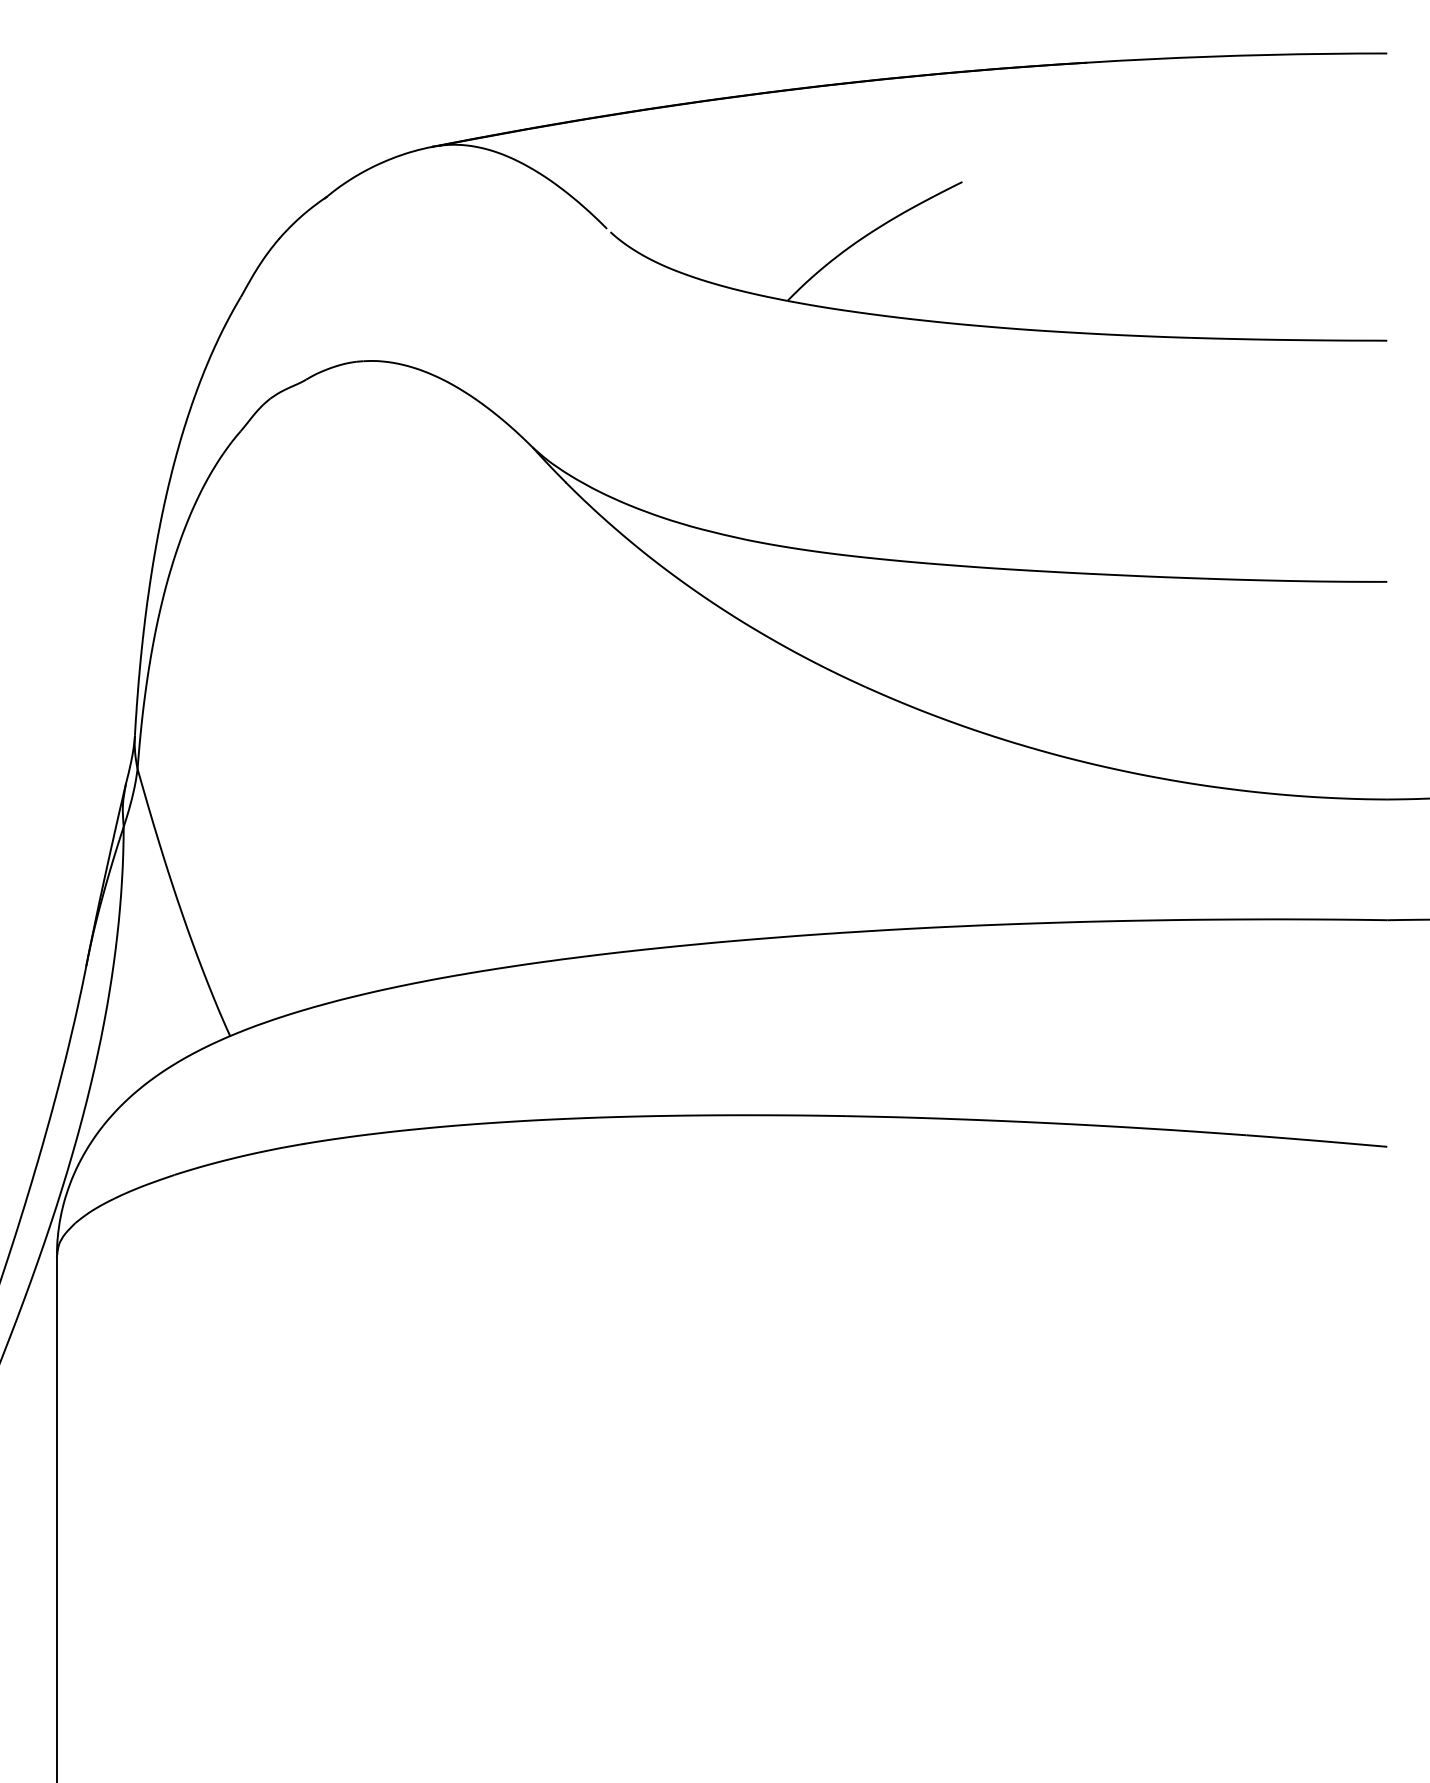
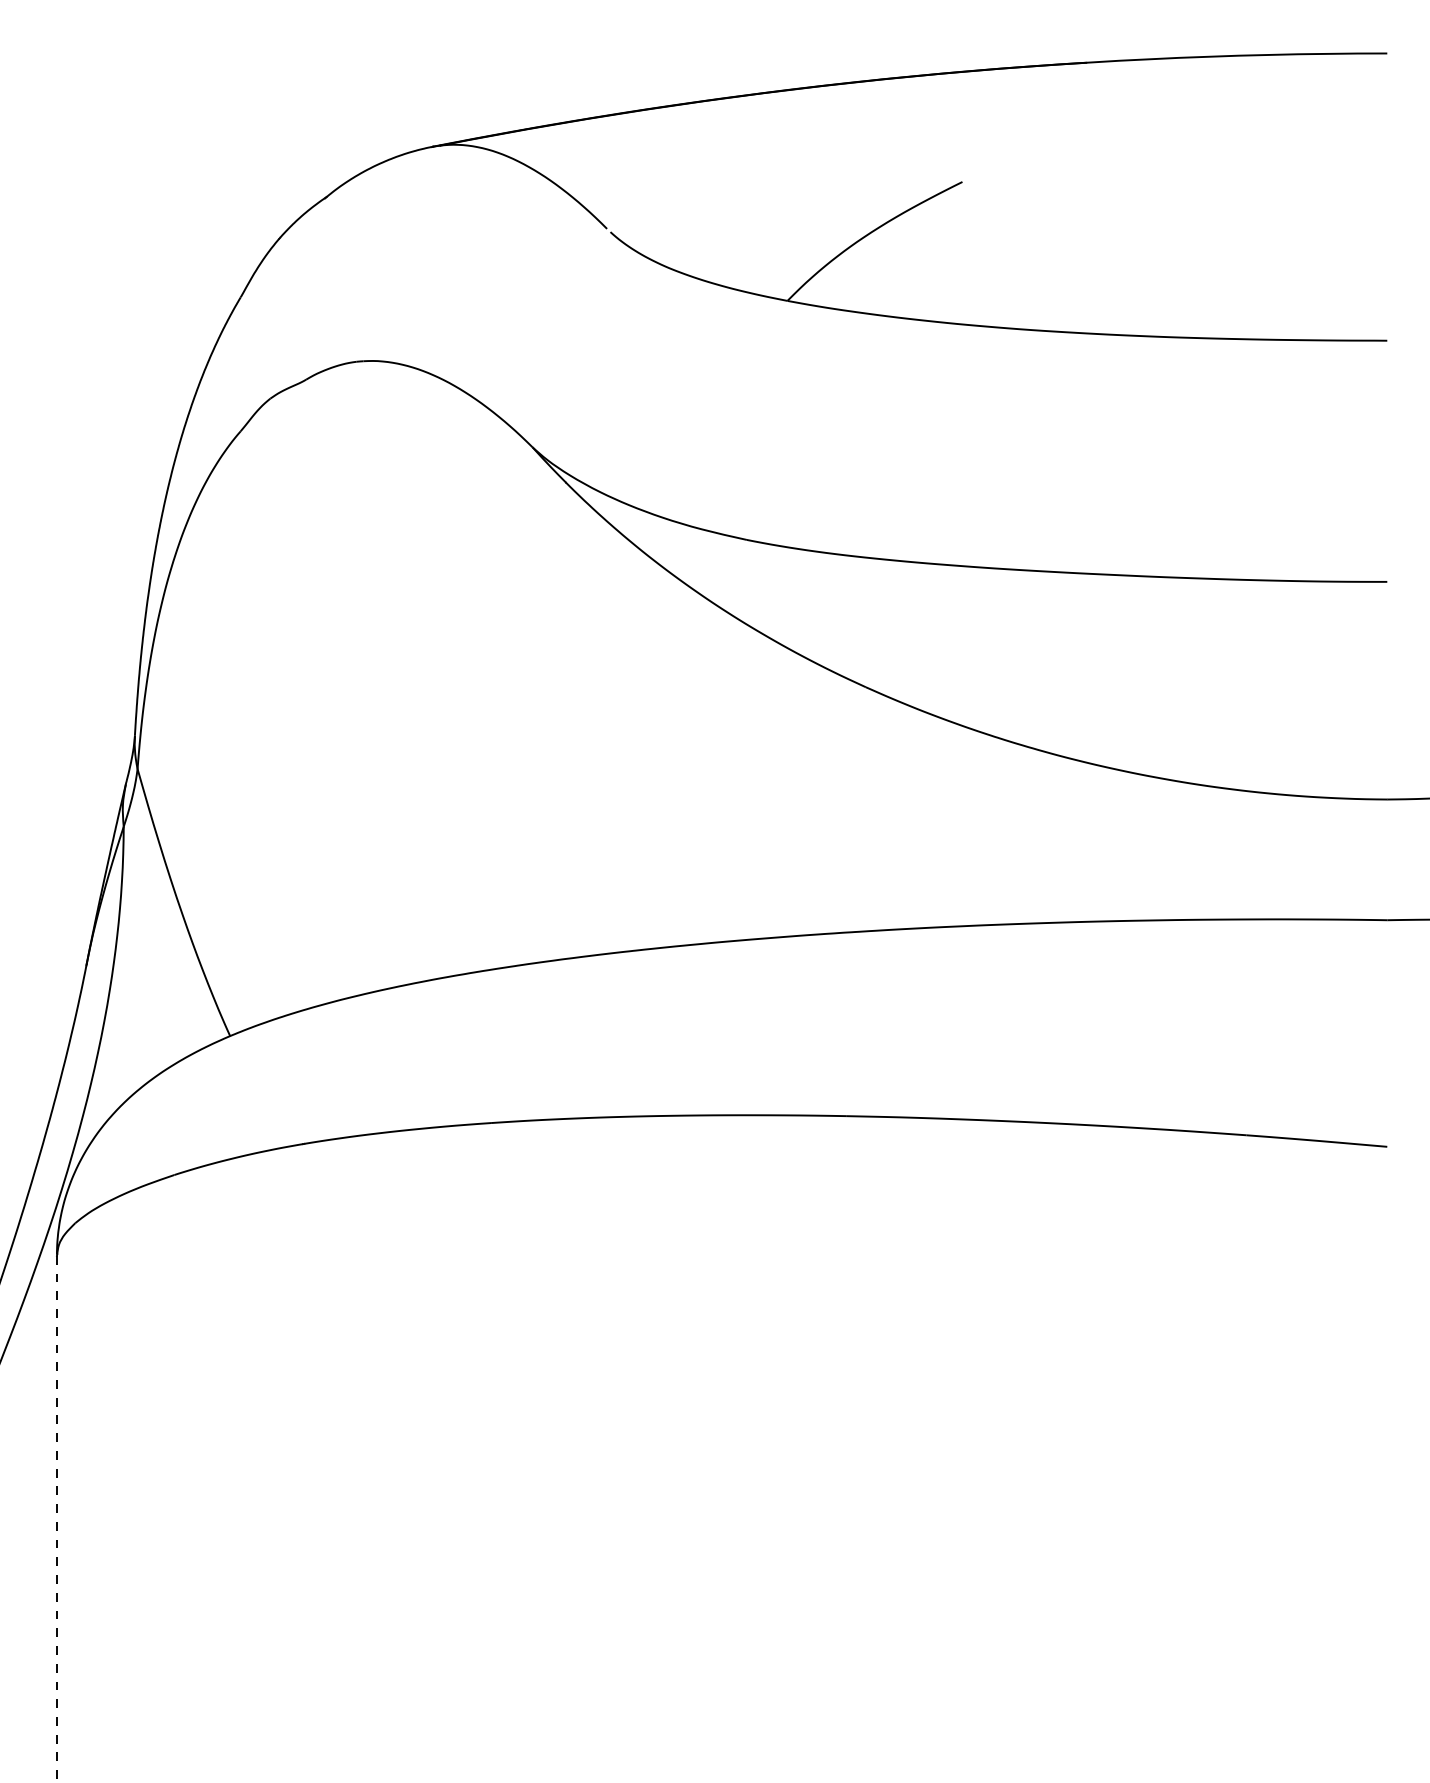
line at (56, 1519): solid -> dashed
